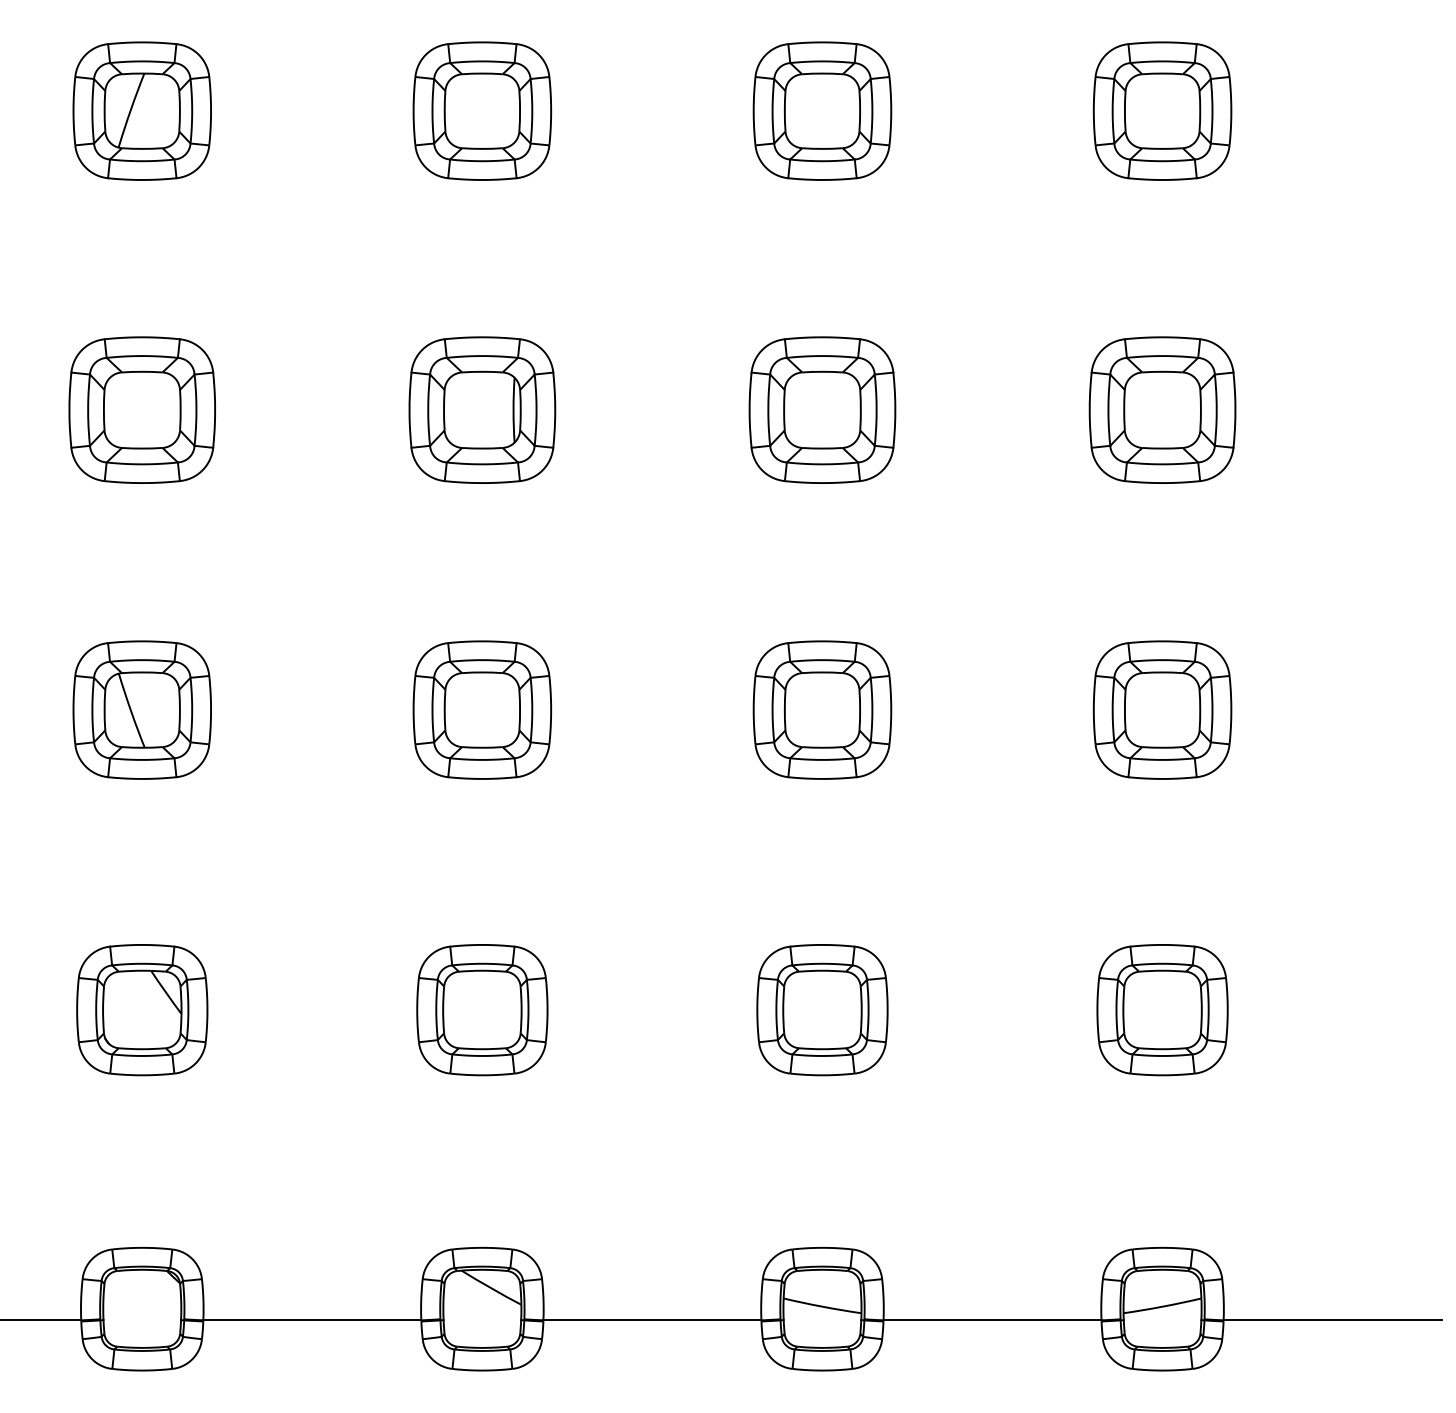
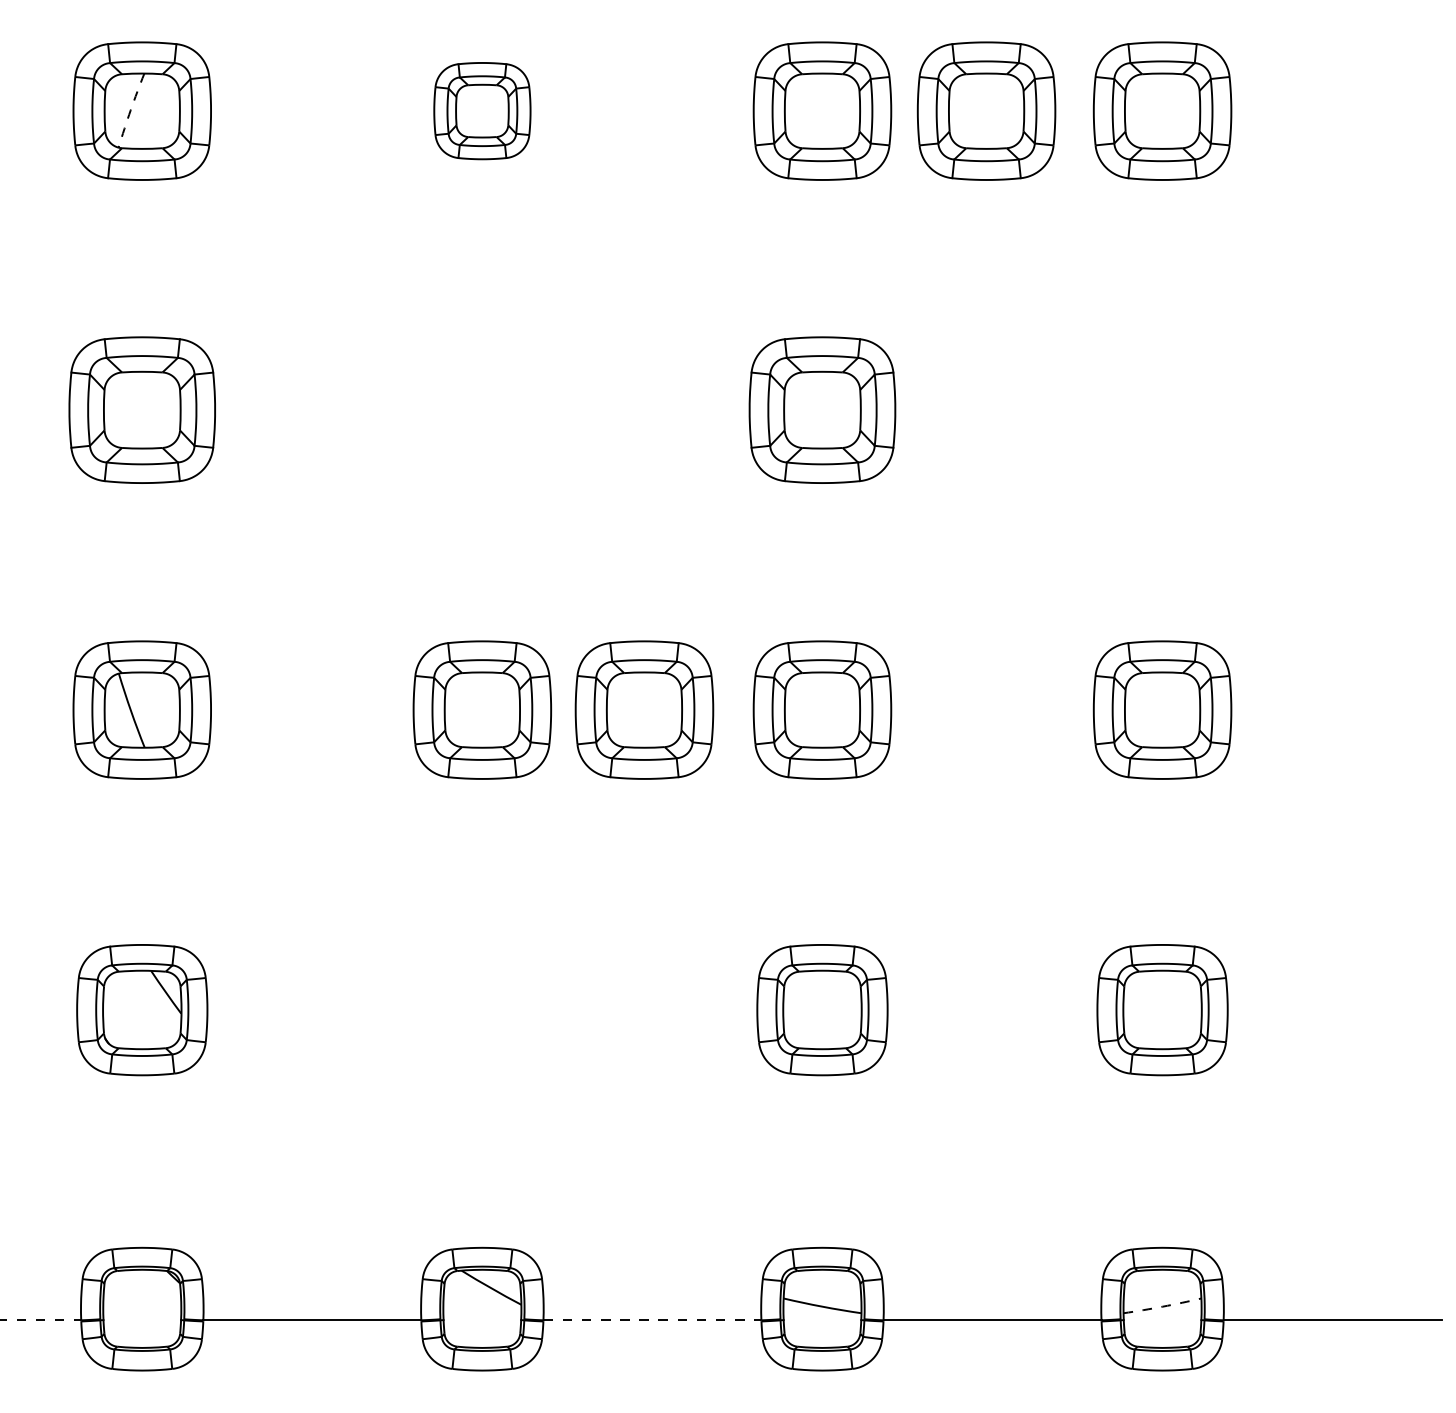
arc at (130, 110): solid -> dashed
part at (482, 110) size: 141x140 px -> 99x99 px
part at (986, 110): none -> present
part at (482, 409): present -> none
part at (1162, 409): present -> none
part at (644, 709): none -> present
part at (482, 1010): present -> none
arc at (1162, 1306): solid -> dashed
line at (41, 1320): solid -> dashed
line at (652, 1320): solid -> dashed
